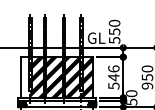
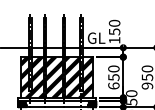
text at (114, 40): 550 -> 150
hatch at (25, 77): none -> present
text at (113, 77): 546 -> 650
